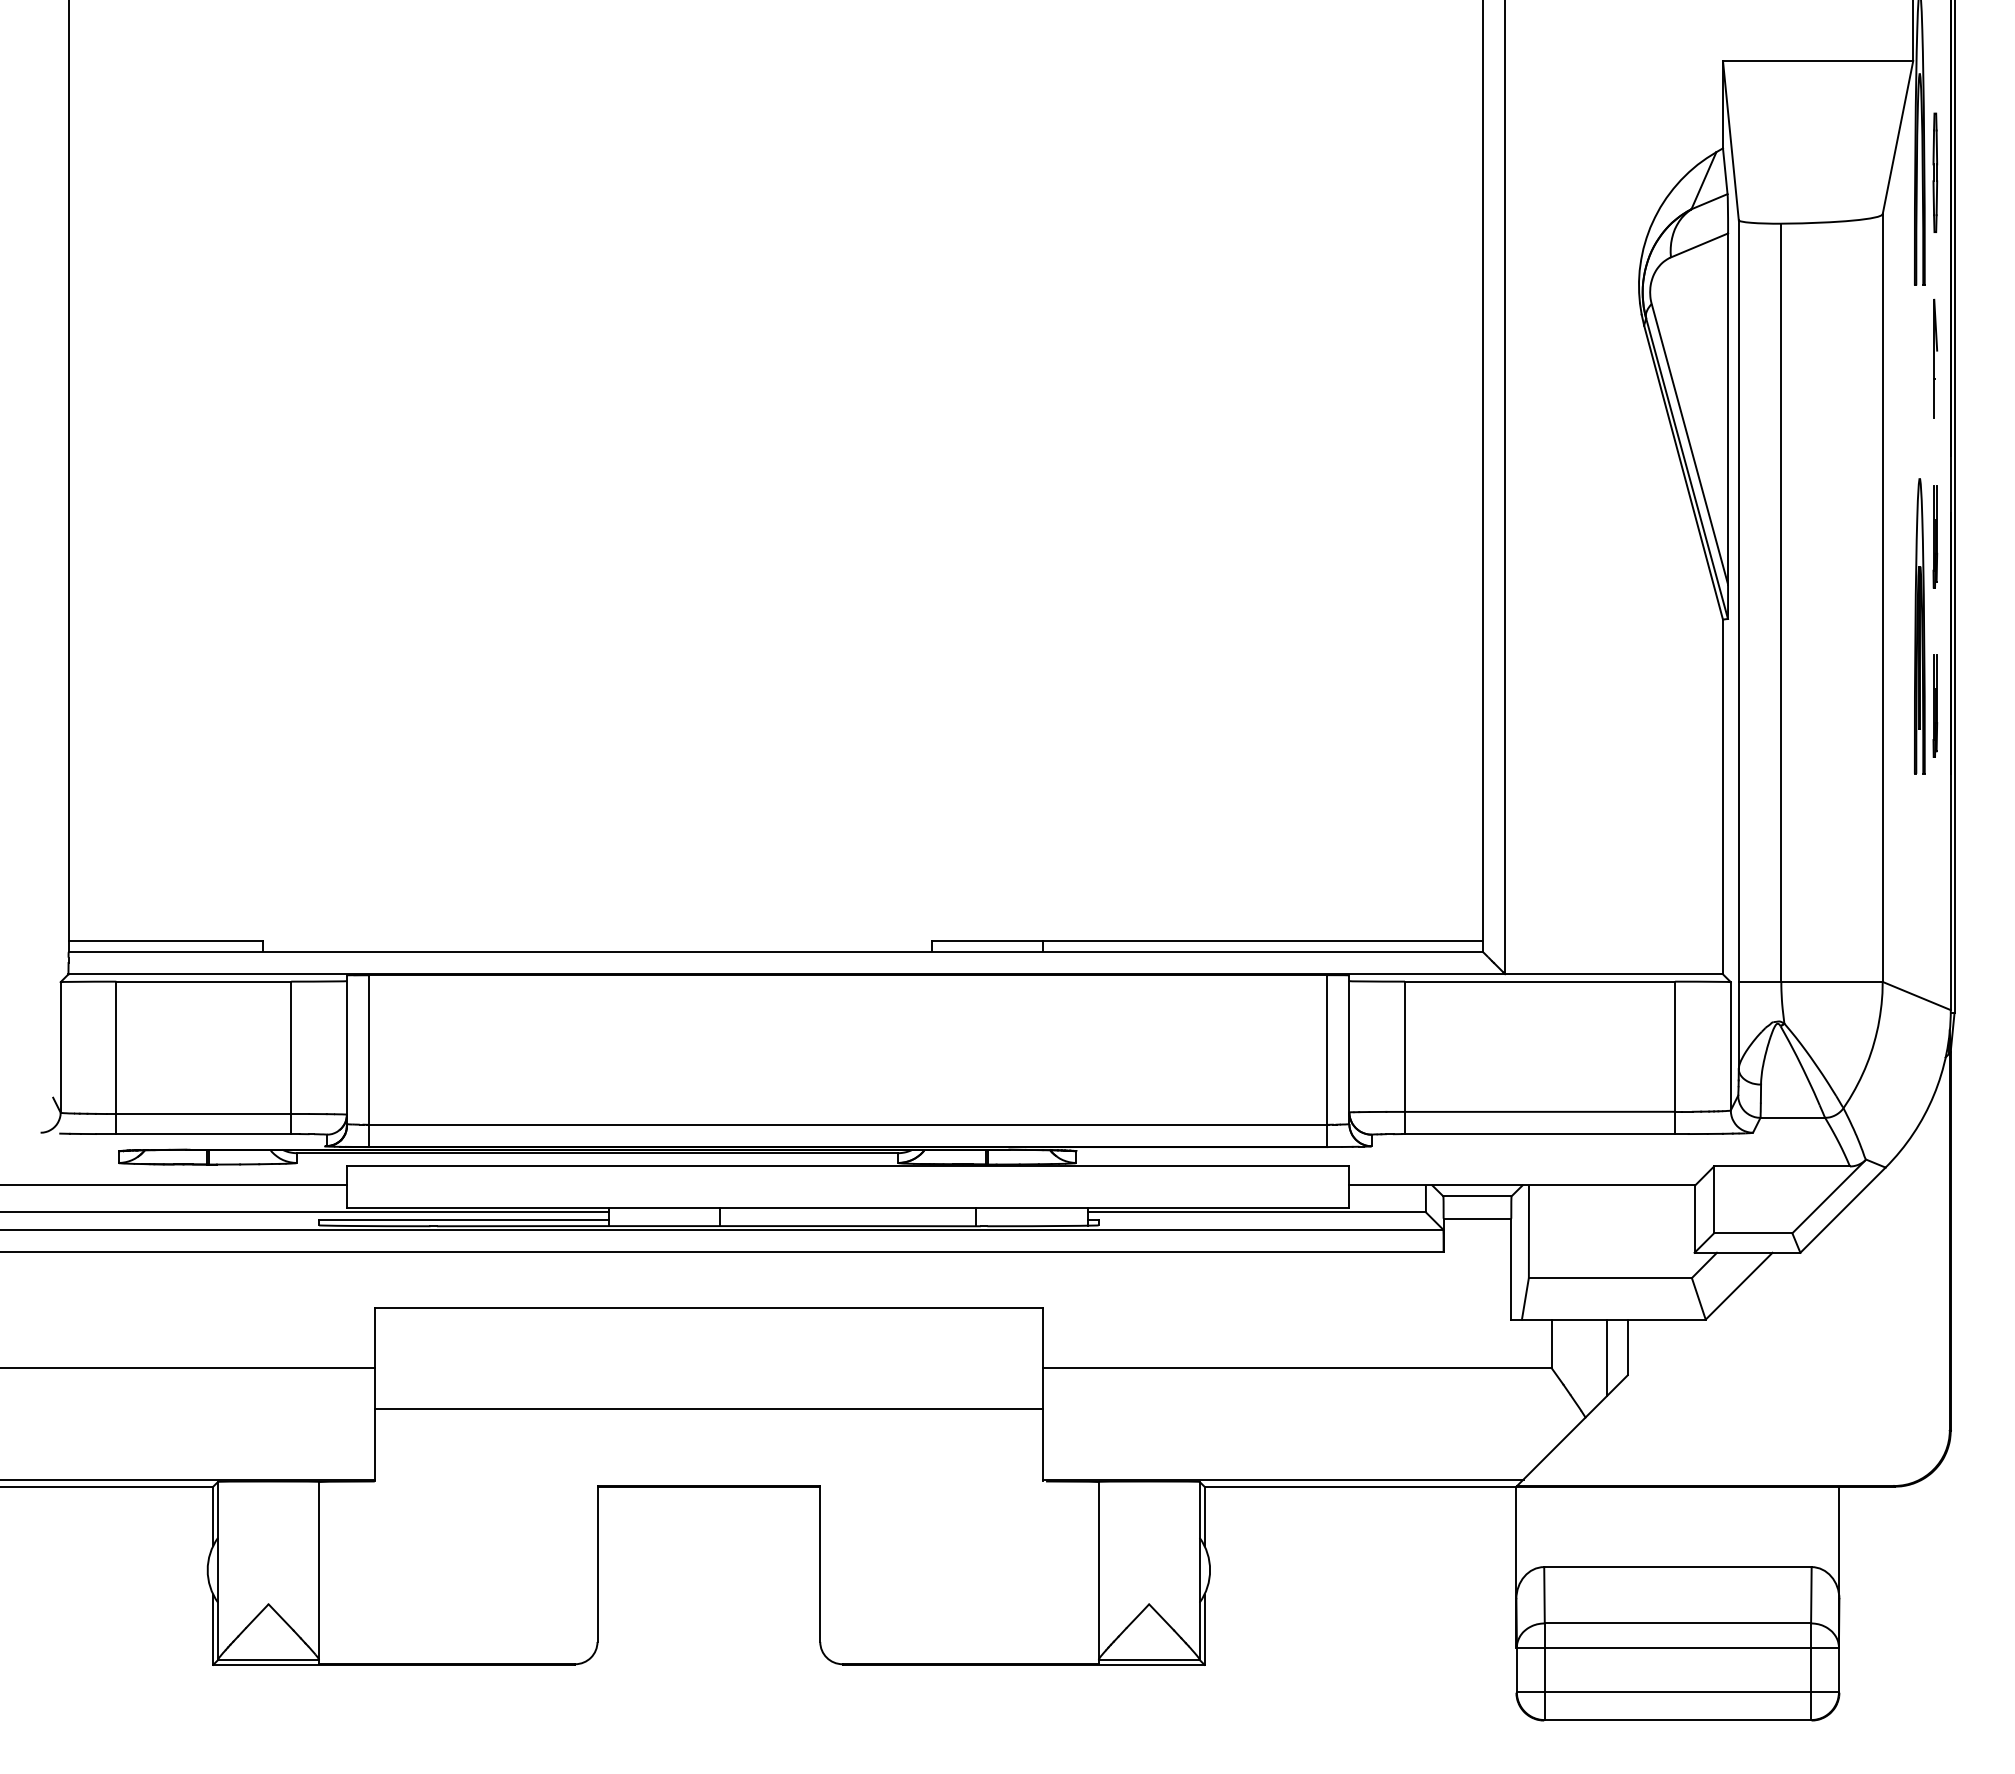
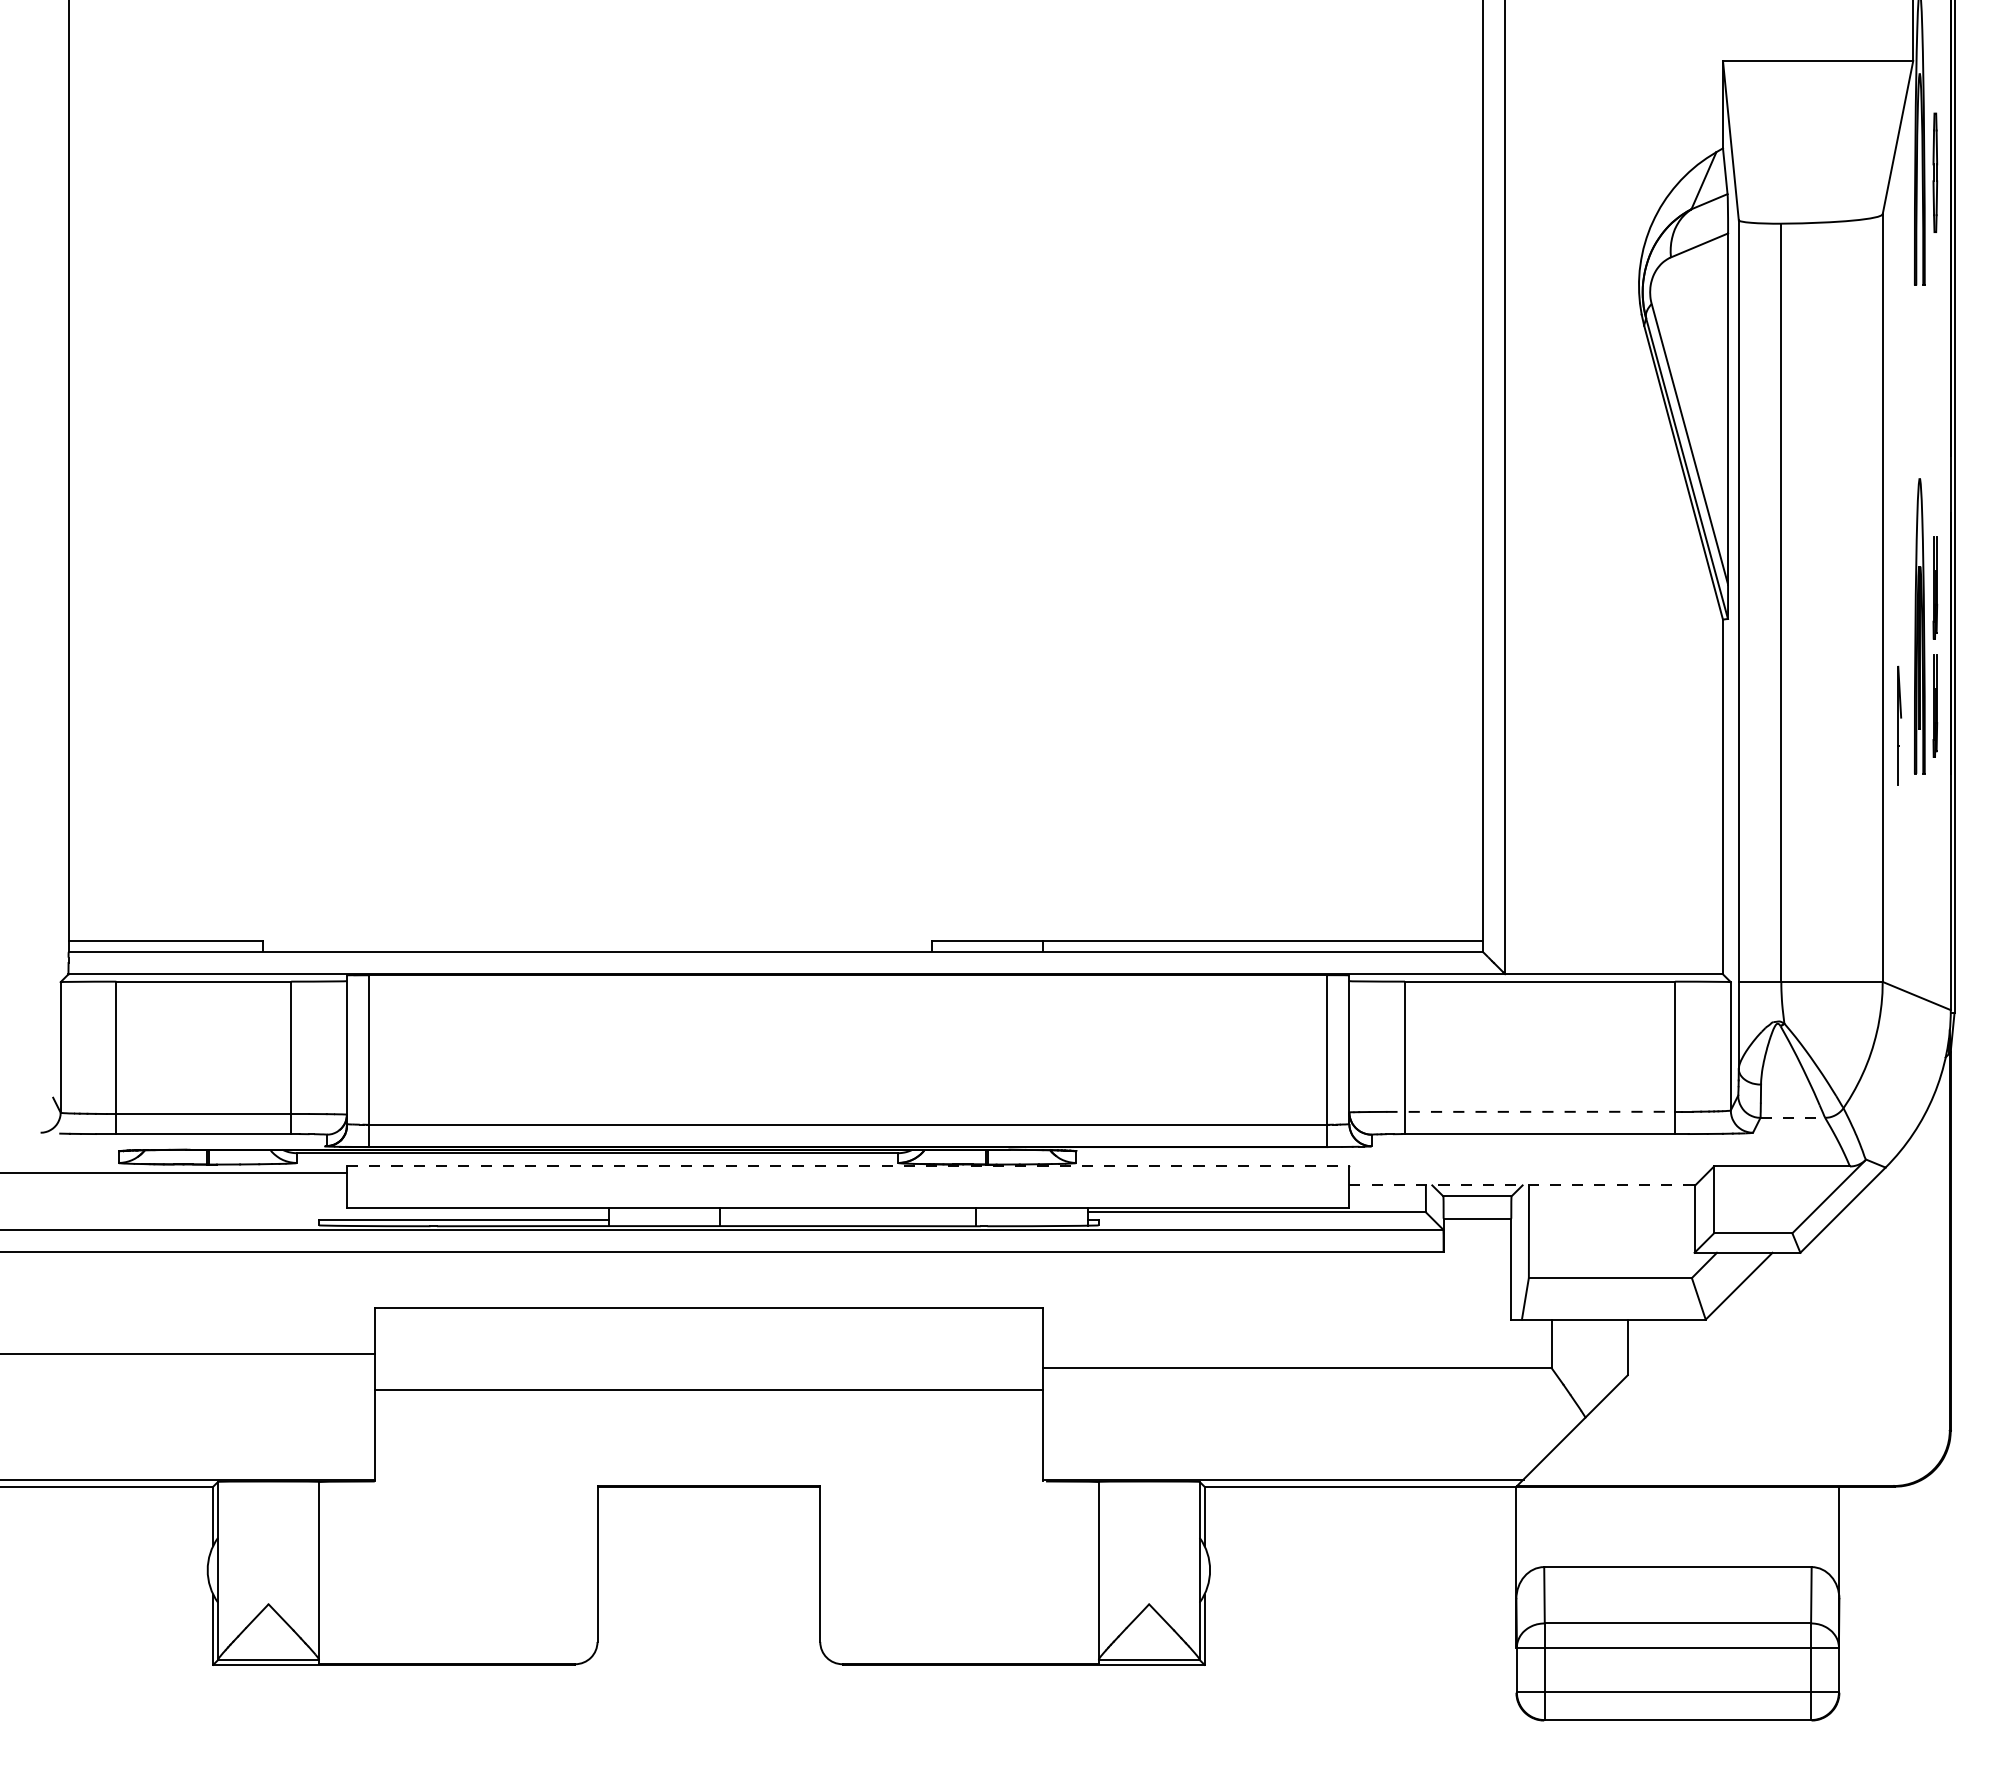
part at (1935, 358) position: (1935, 358) -> (1899, 725)
part at (1935, 536) position: (1935, 536) -> (1935, 587)
line at (1531, 1111): solid -> dashed
line at (1793, 1117): solid -> dashed
line at (848, 1166): solid -> dashed
line at (174, 1185) position: (174, 1185) -> (174, 1173)
line at (1522, 1185): solid -> dashed
line at (305, 1212): present -> none
line at (1607, 1357): present -> none
line at (188, 1368) position: (188, 1368) -> (188, 1354)
line at (708, 1408) position: (708, 1408) -> (708, 1389)
